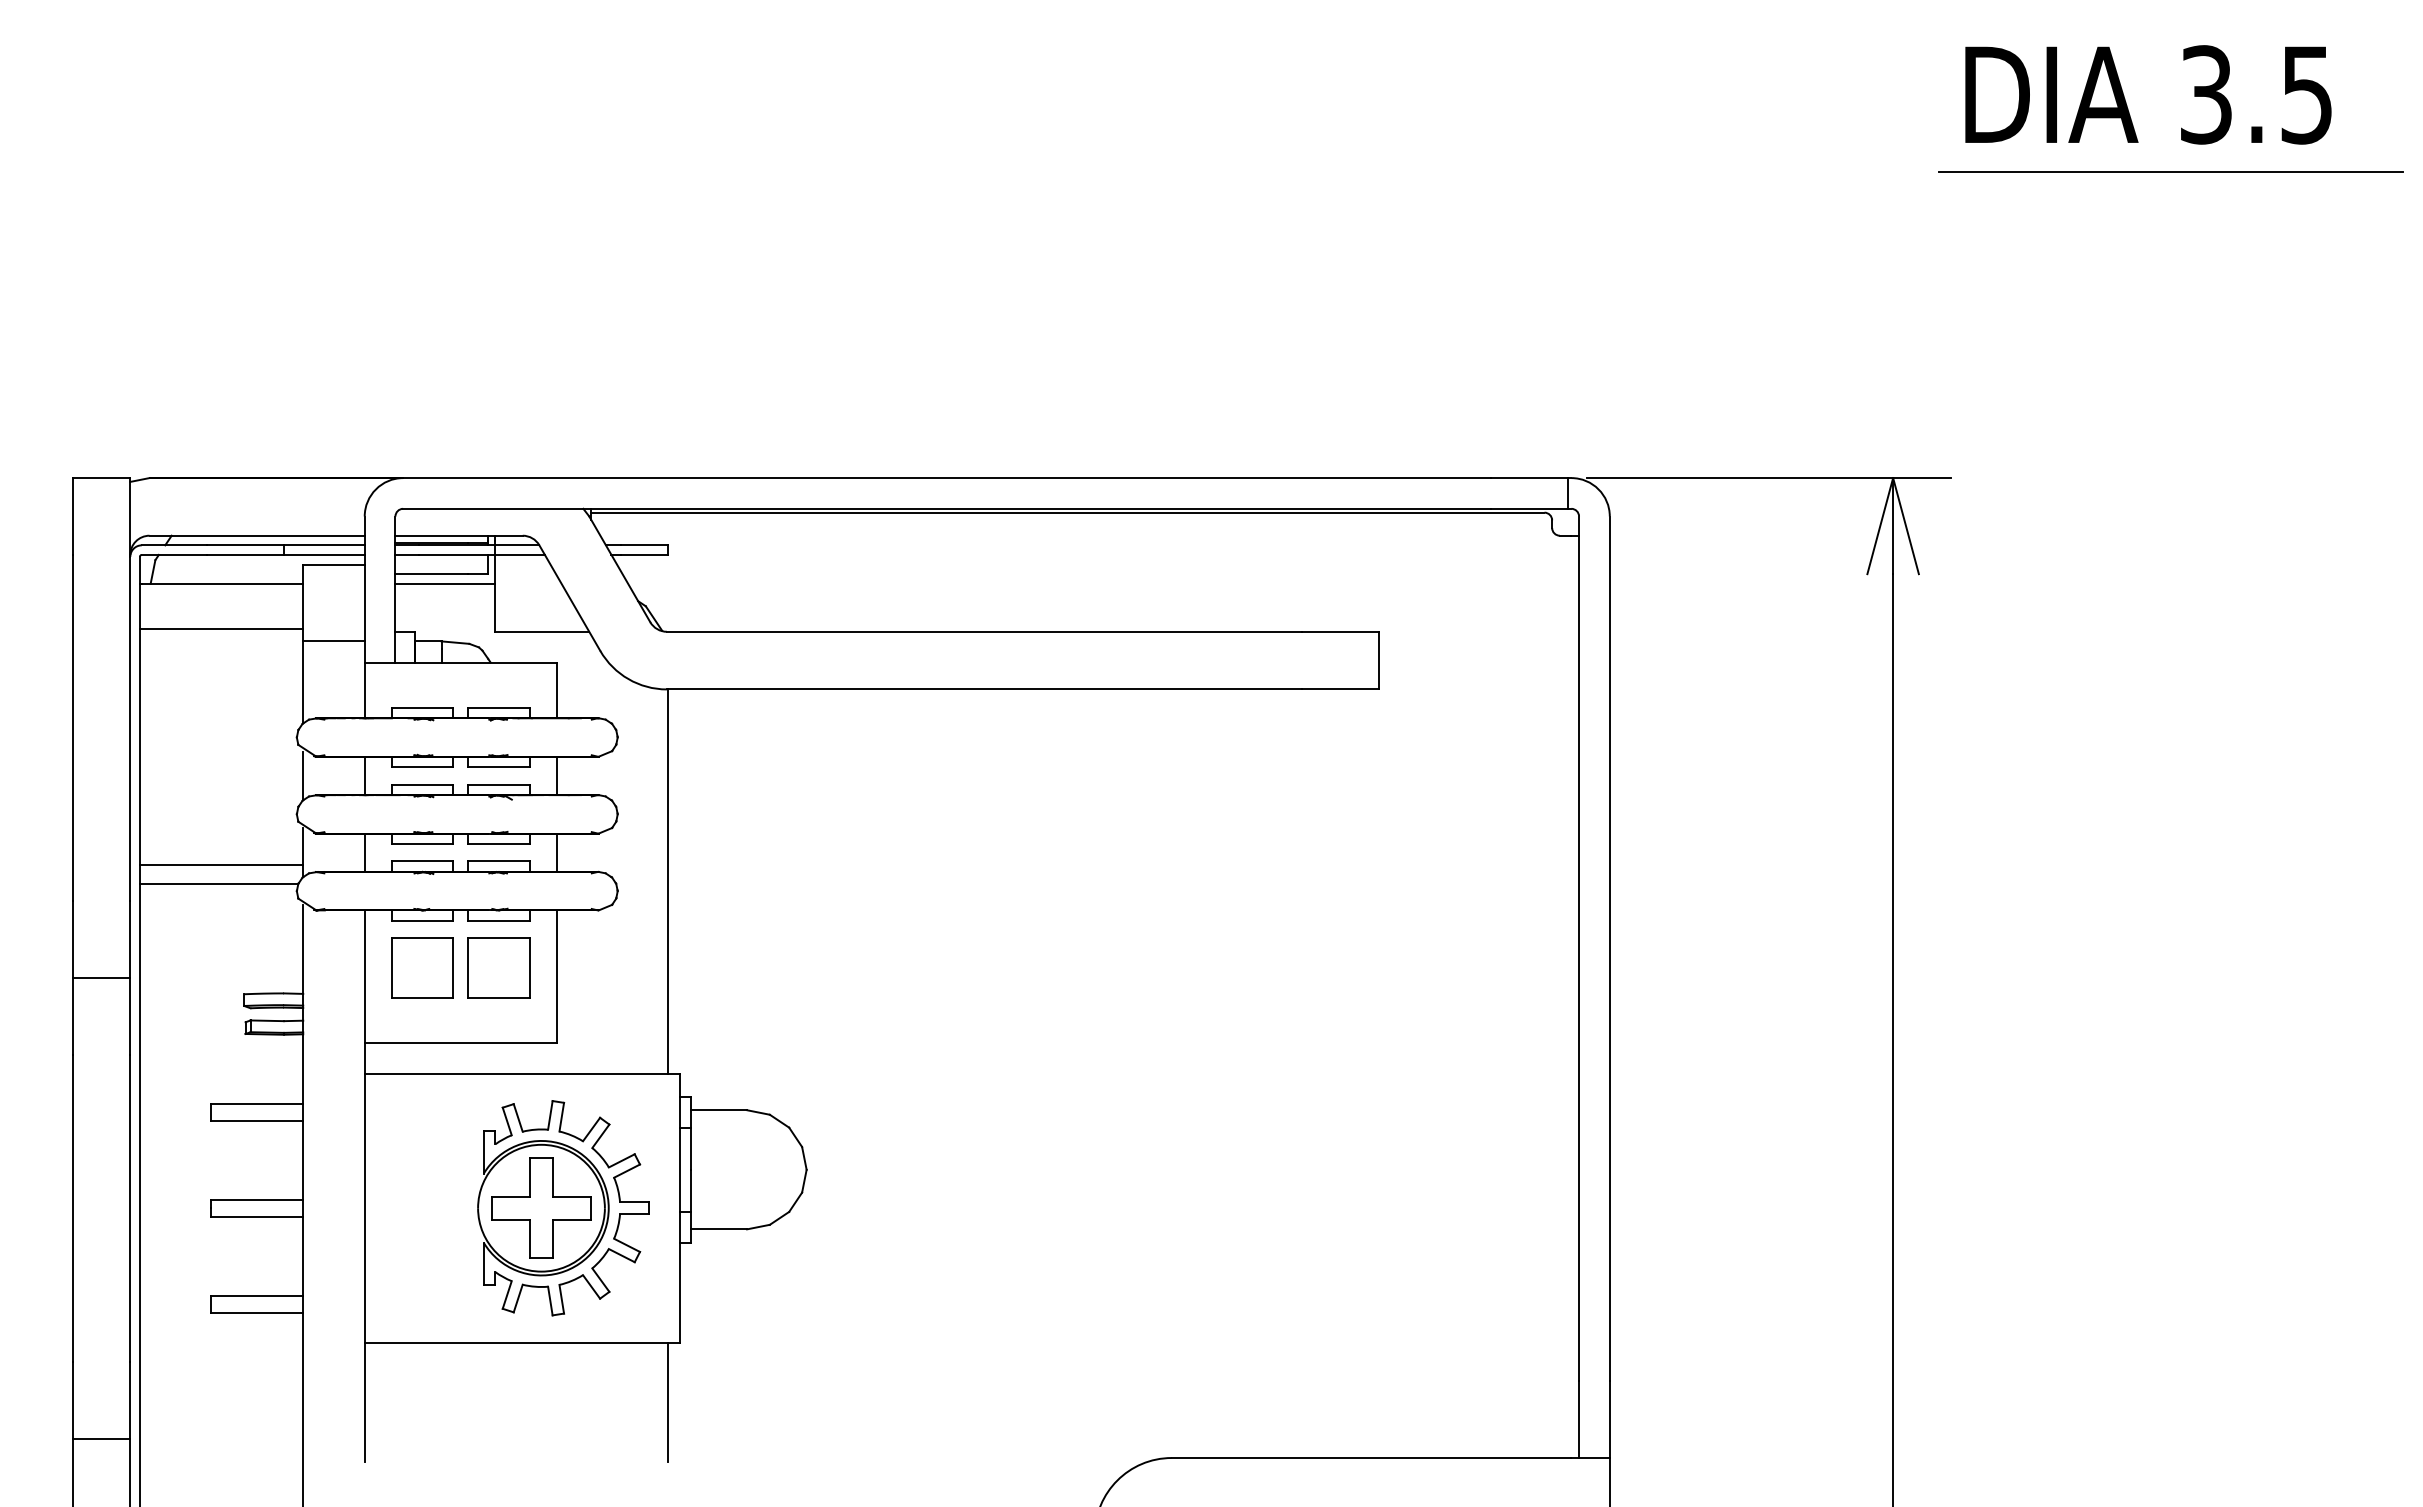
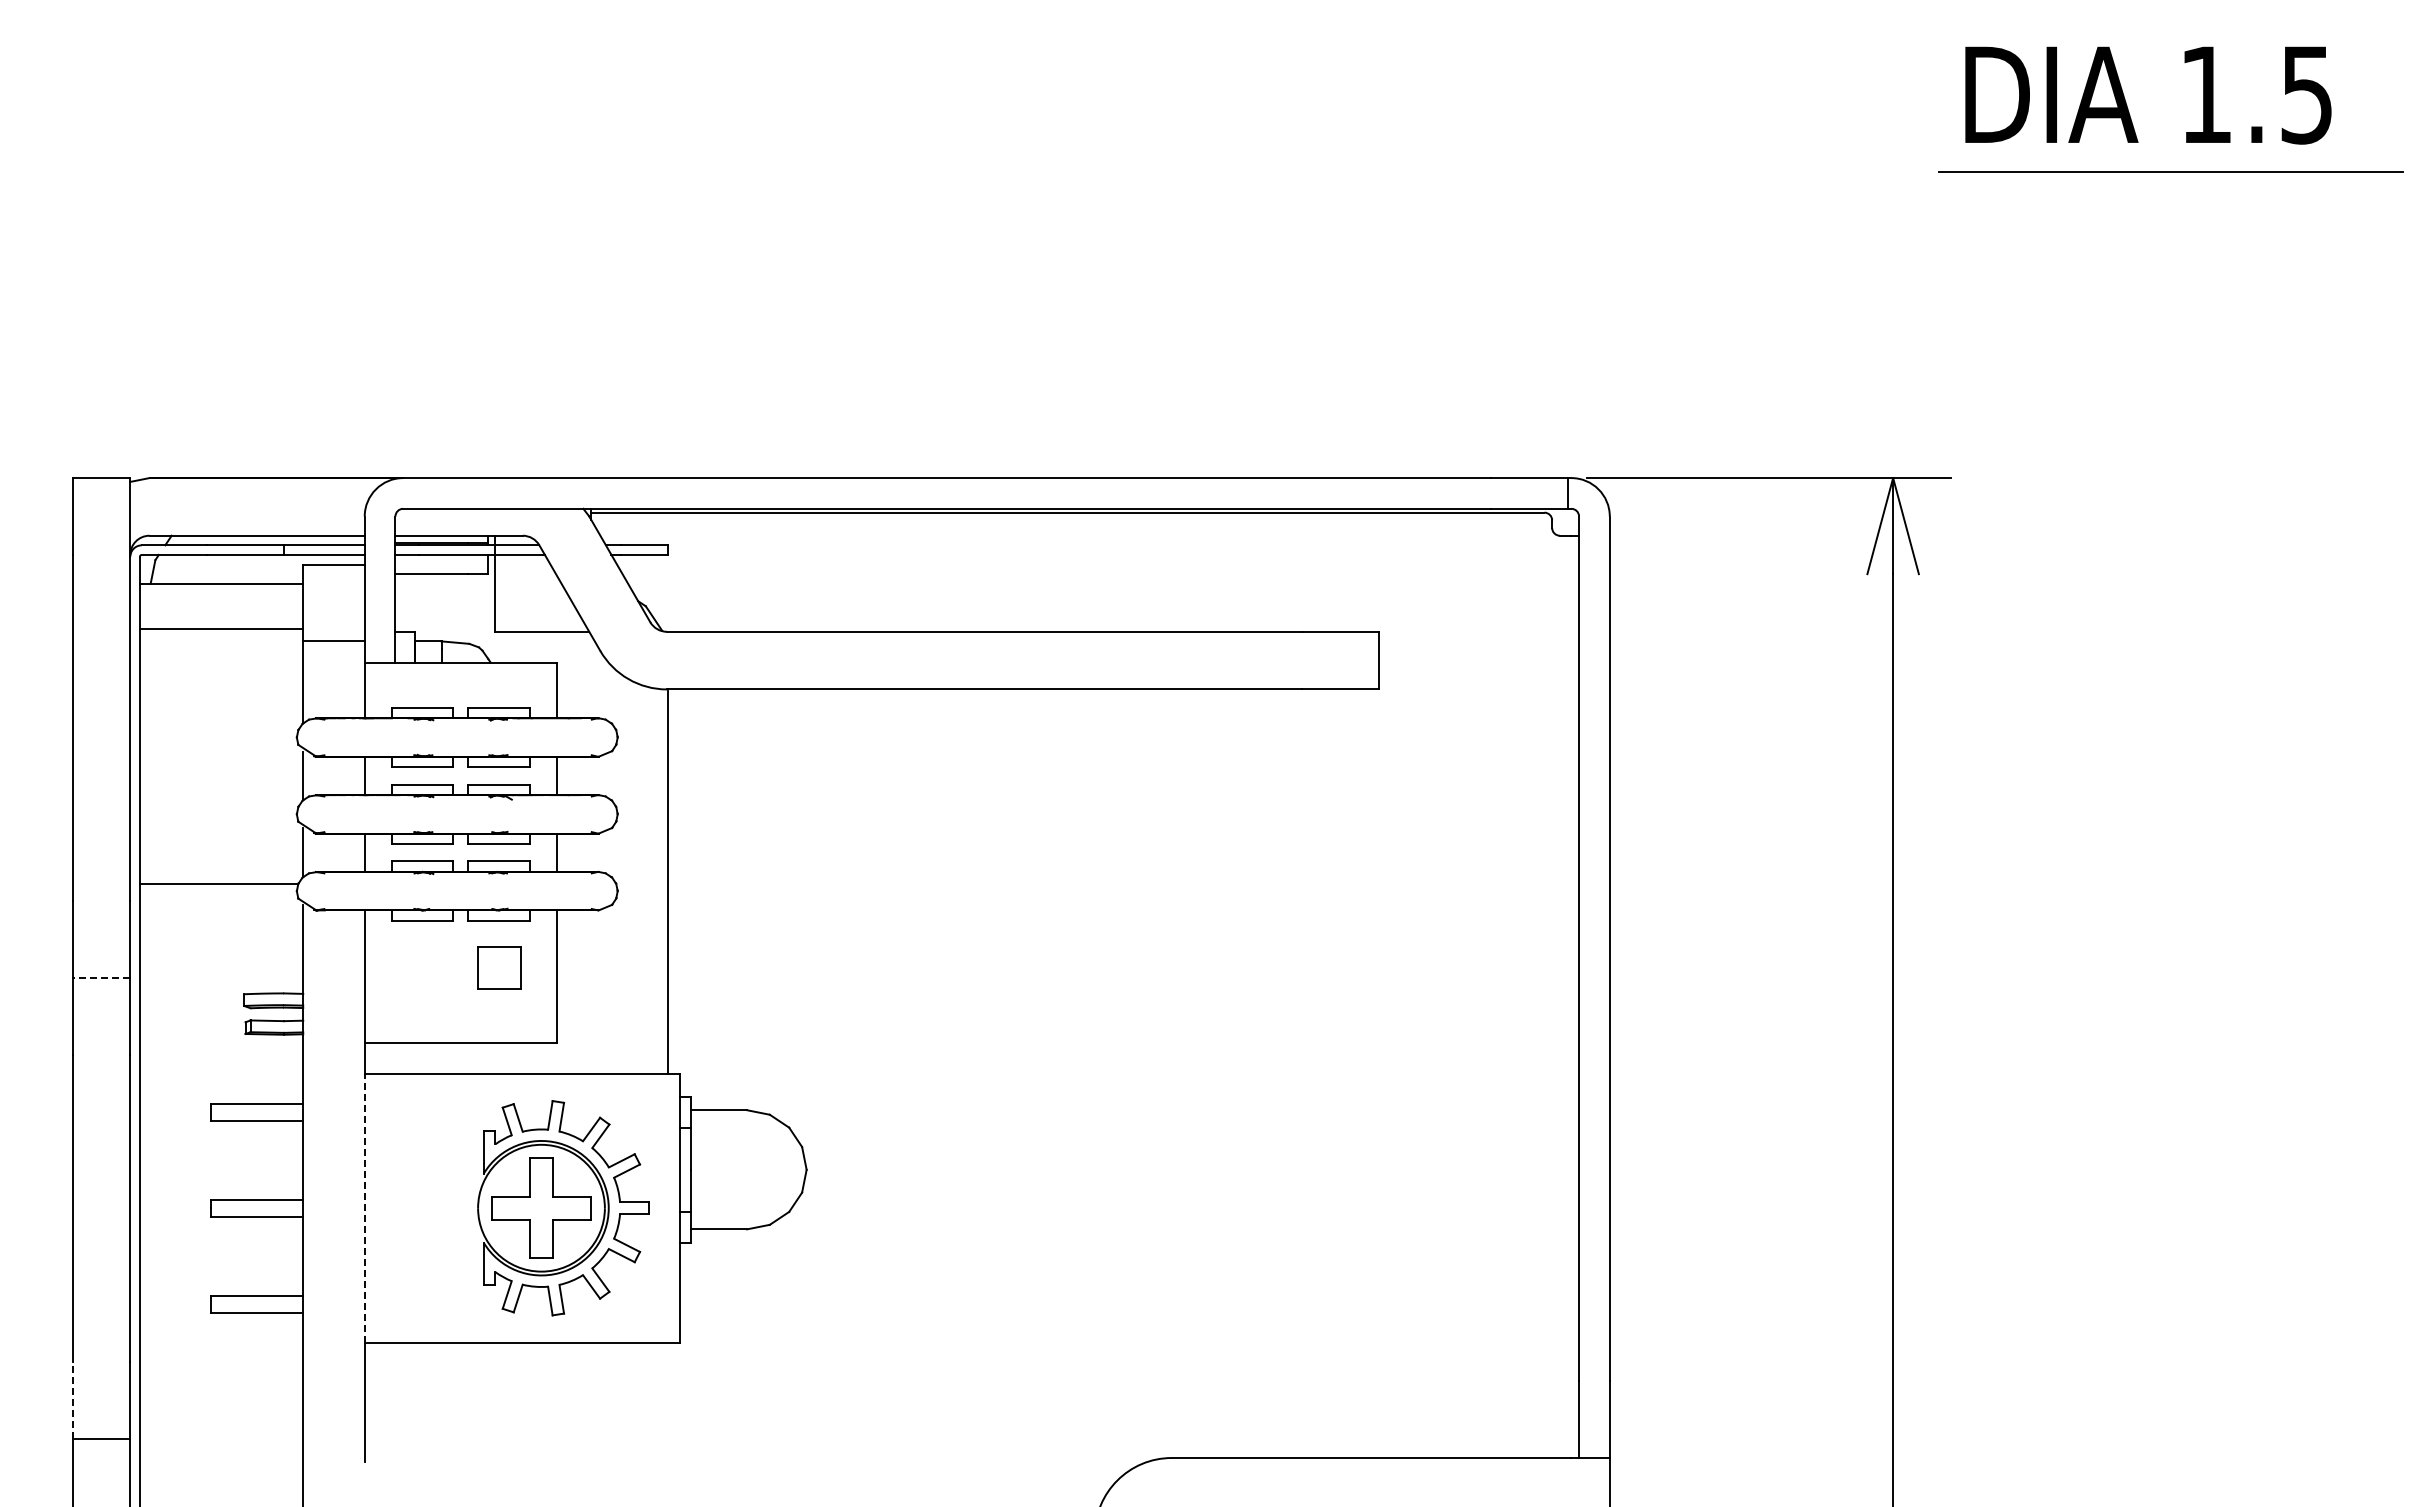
text at (2206, 94): 3.5 -> 1.5
line at (445, 583): present -> none
line at (221, 865): present -> none
part at (422, 967): present -> none
part at (498, 967) size: 64x62 px -> 45x44 px
line at (101, 977): solid -> dashed
line at (364, 1207): solid -> dashed
line at (72, 1399): solid -> dashed
line at (668, 1401): present -> none
